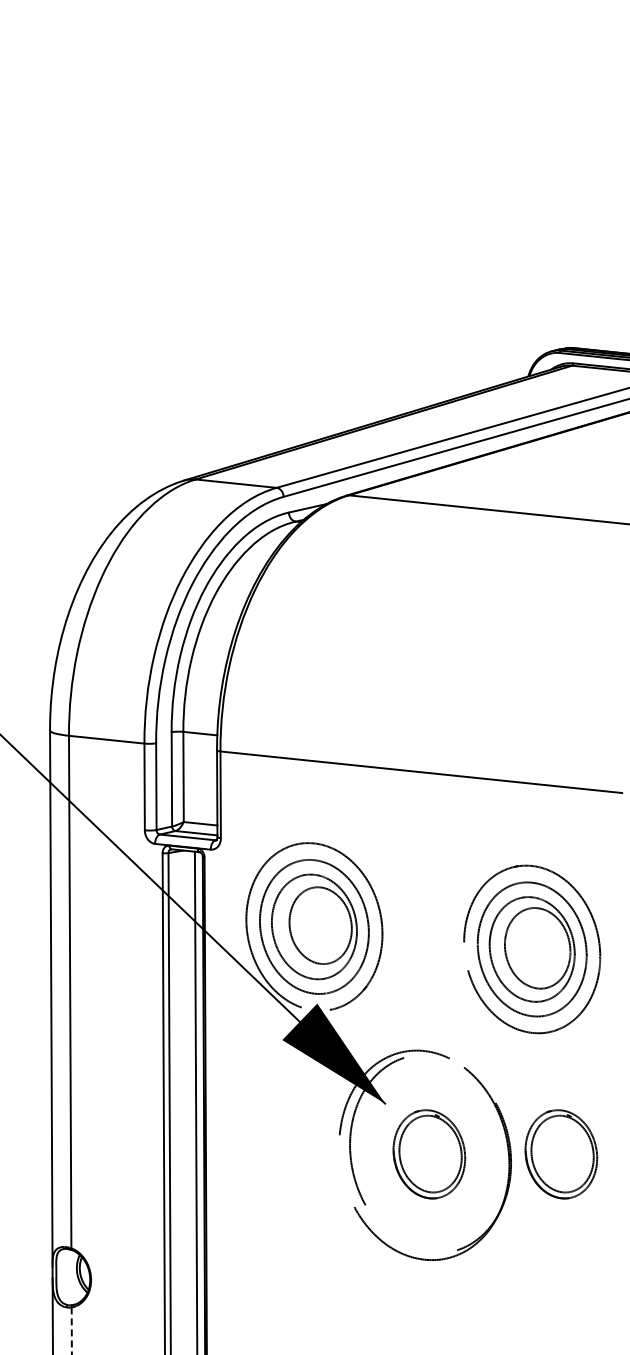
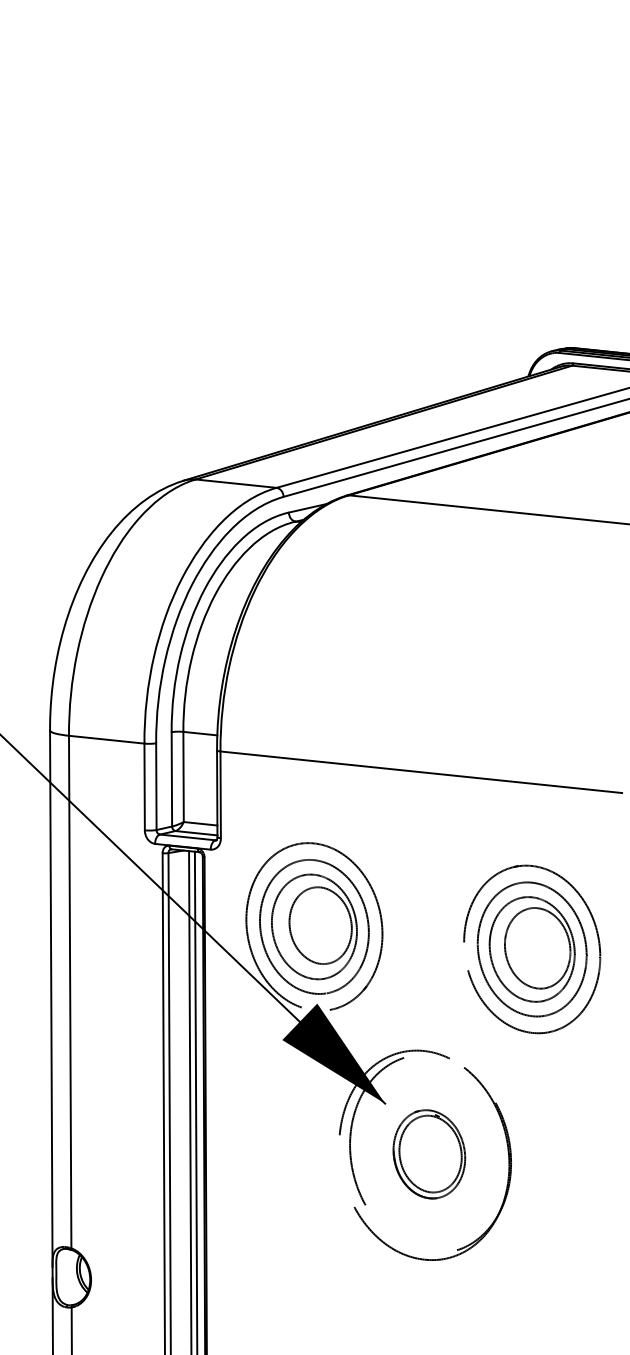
line at (190, 1101): none -> present
part at (561, 1154): present -> none
line at (71, 1331): dashed -> solid
